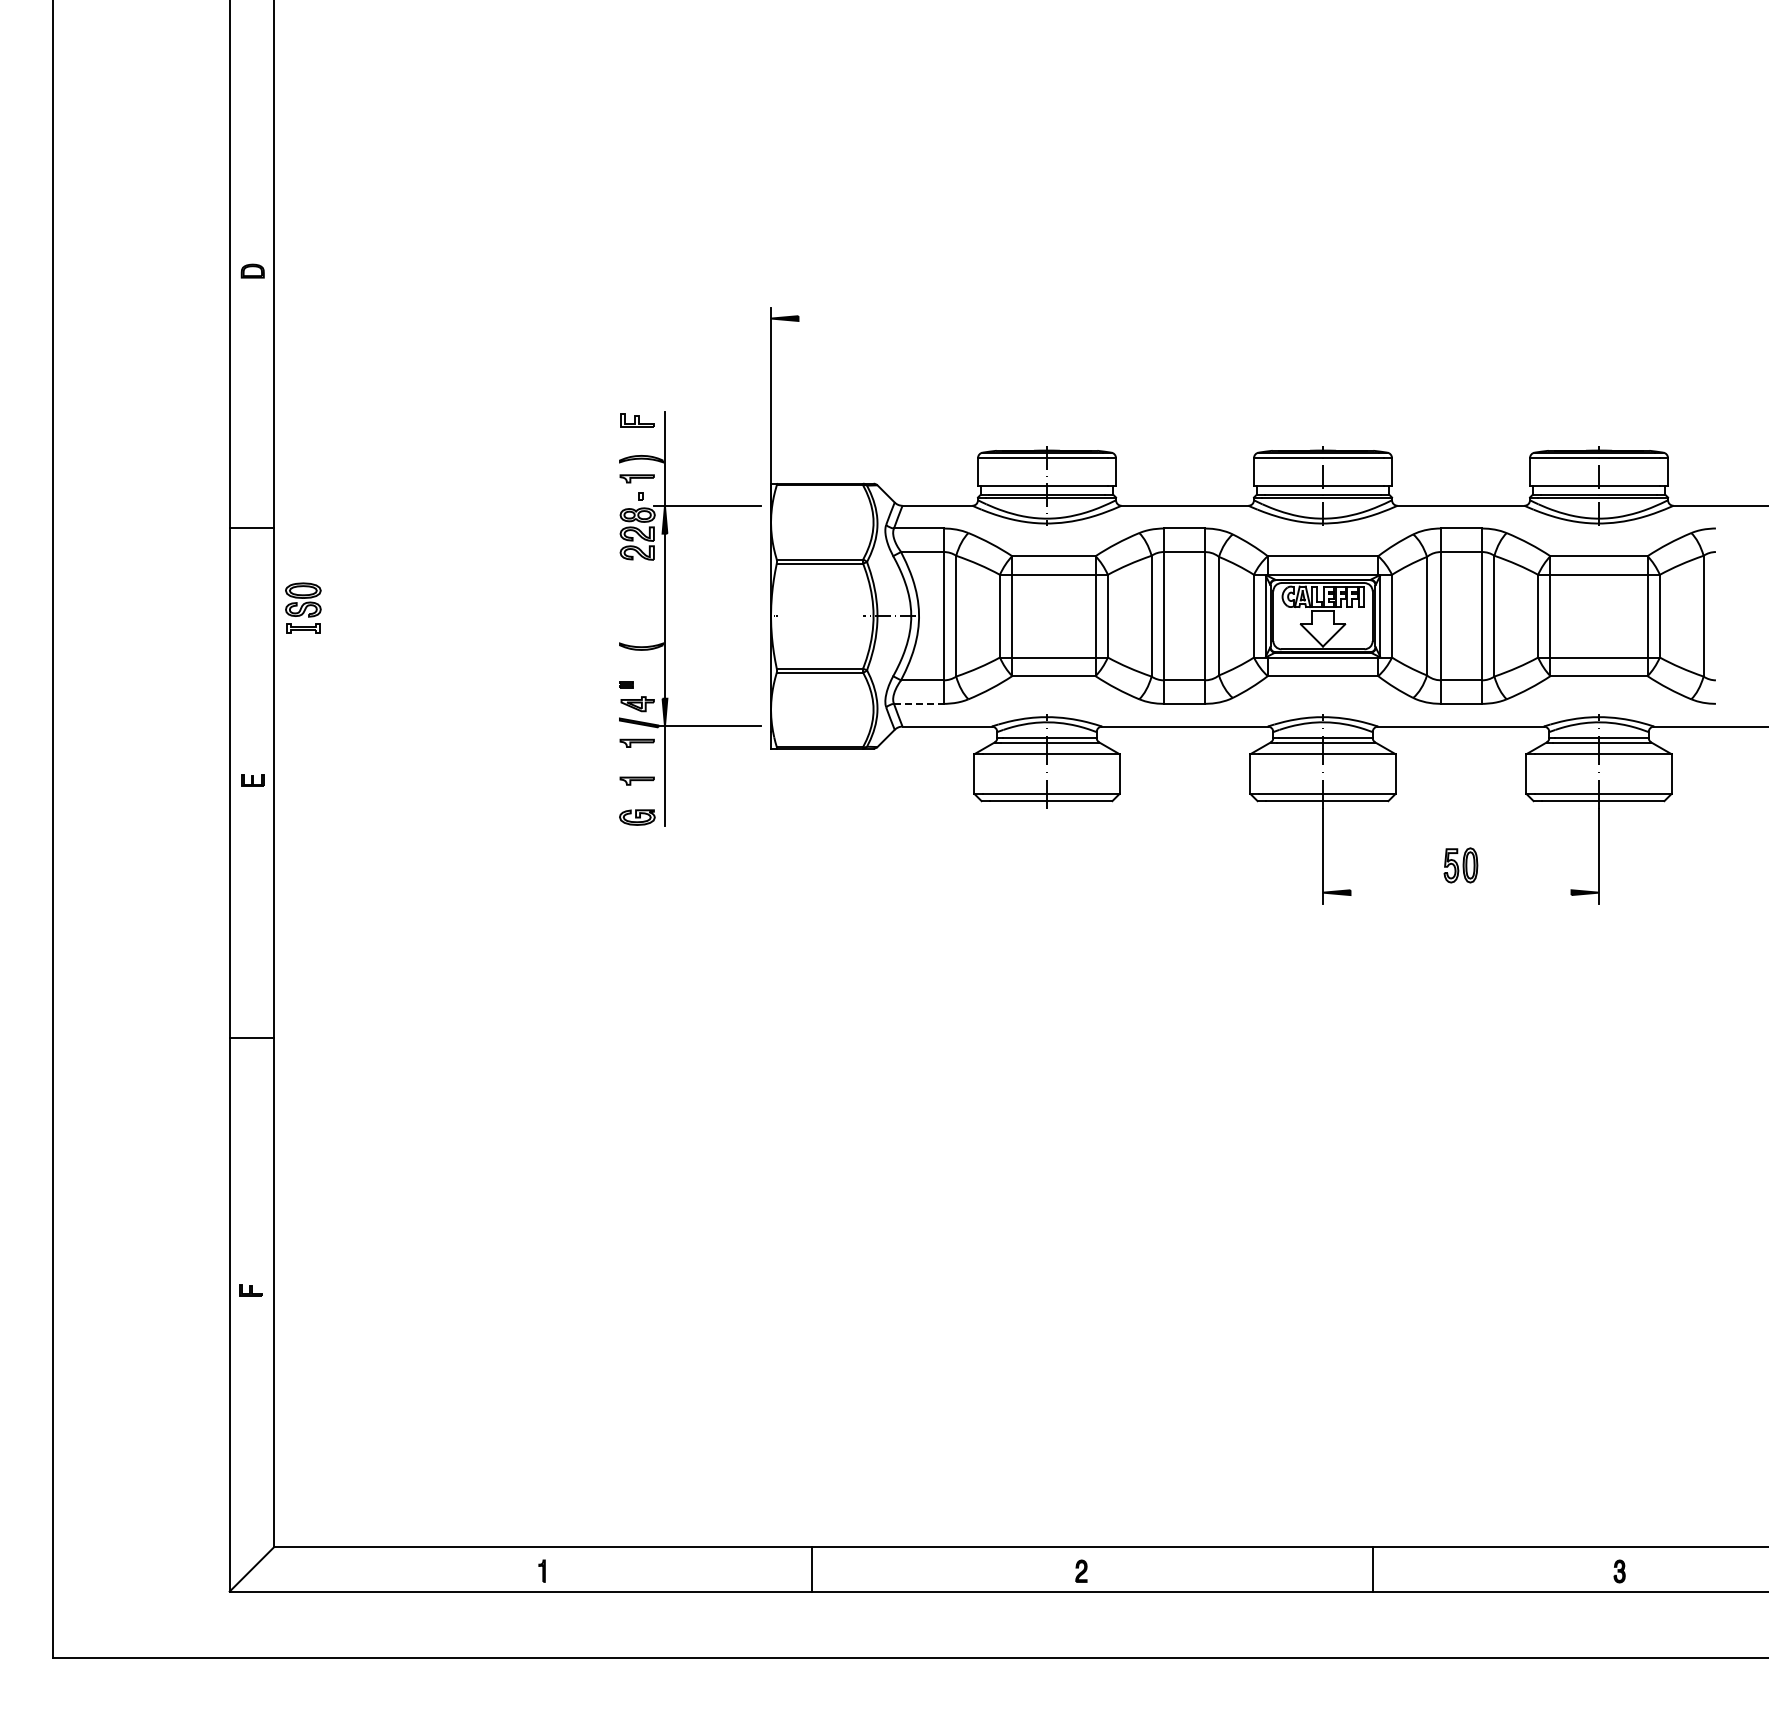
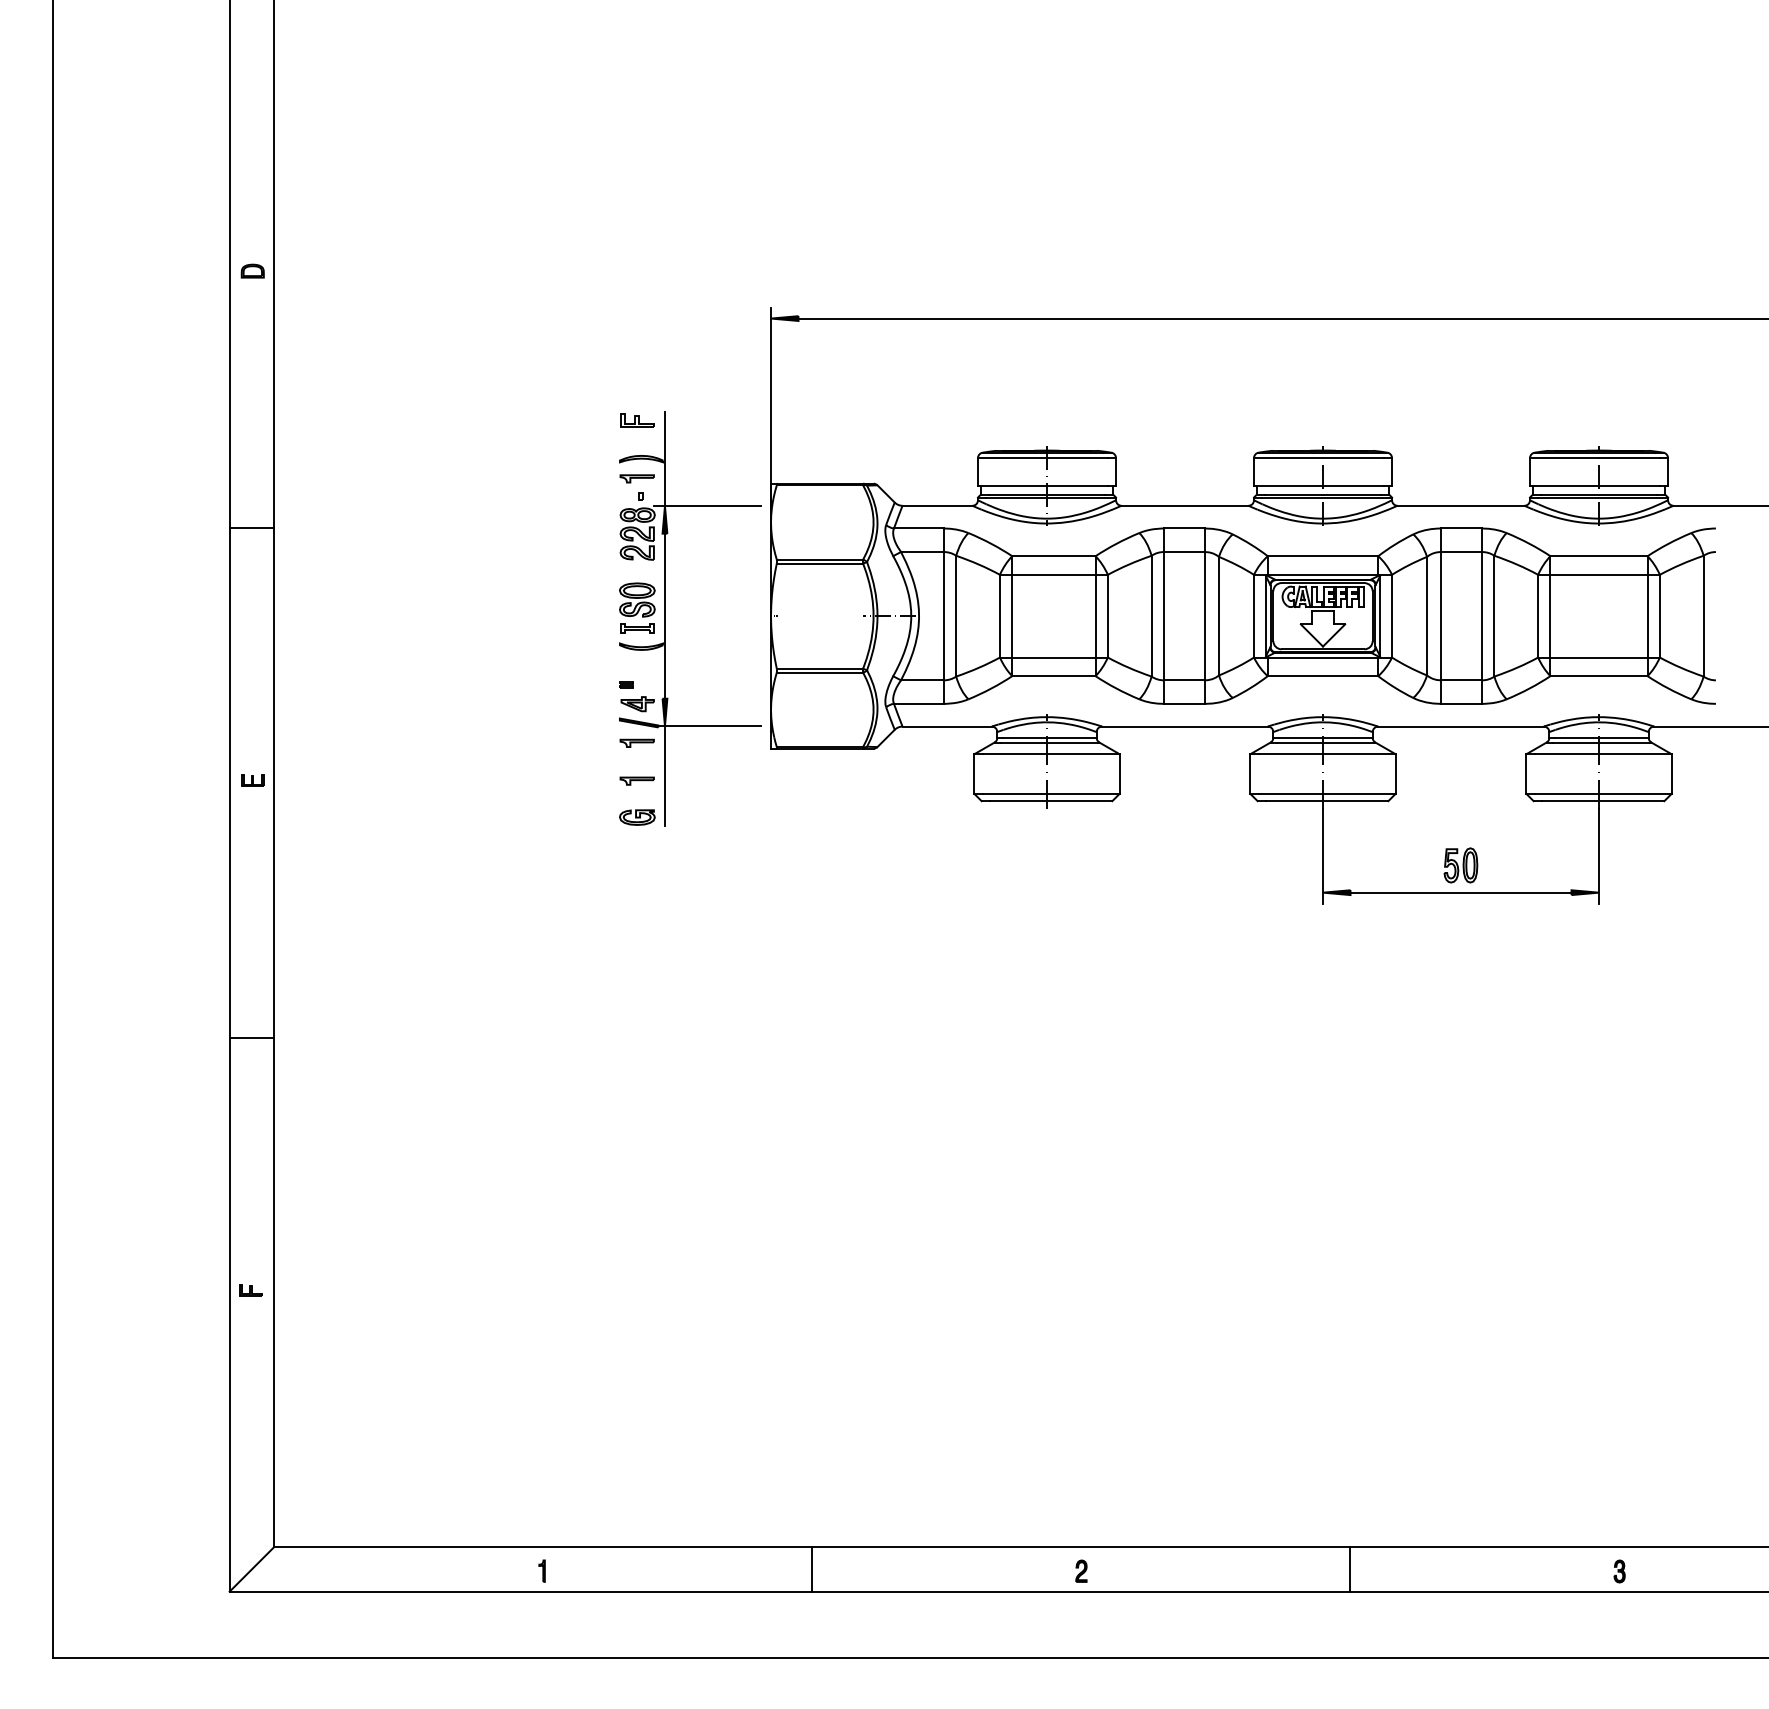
line at (1281, 318): none -> present
part at (303, 607) position: (303, 607) -> (637, 607)
line at (918, 703): dashed -> solid
line at (1460, 892): none -> present
line at (1373, 1569) position: (1373, 1569) -> (1350, 1569)
